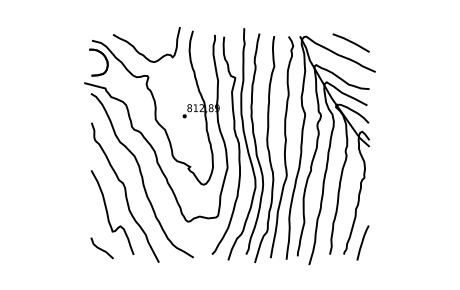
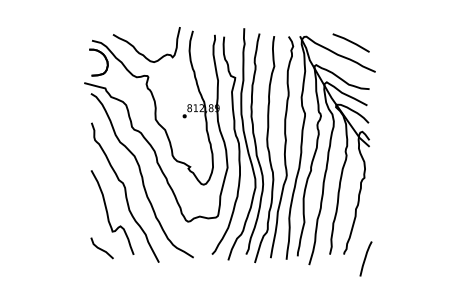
line at (362, 242) position: (362, 242) -> (365, 258)
